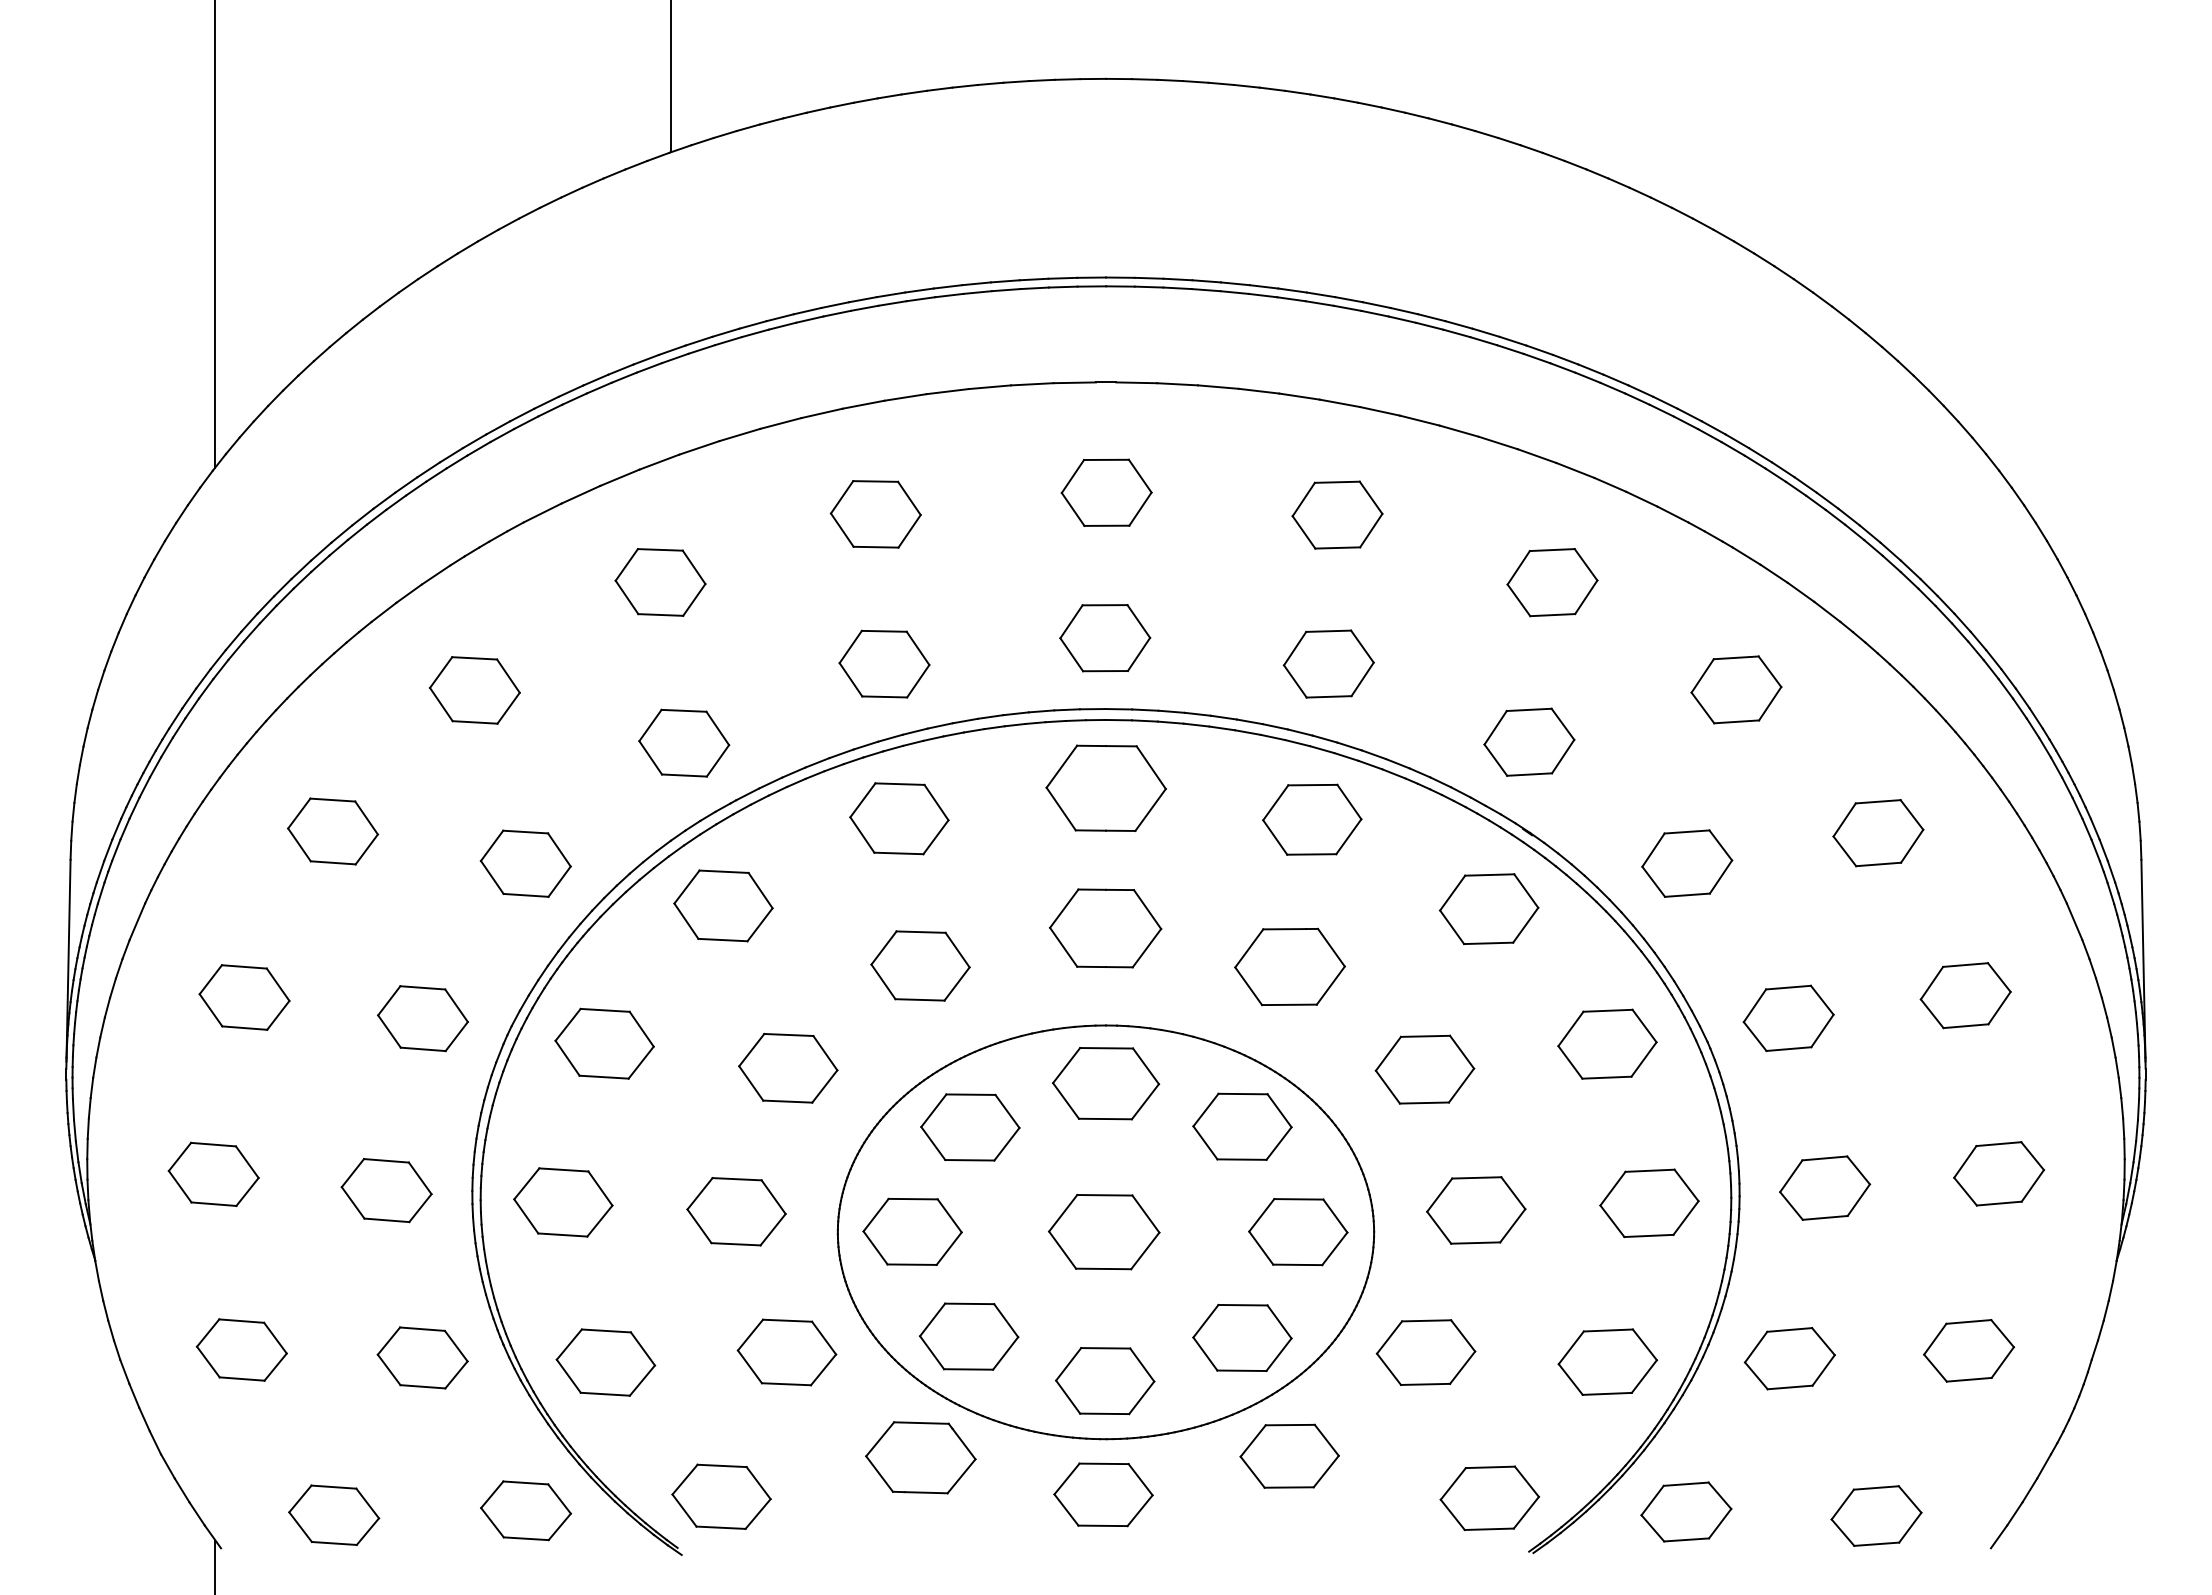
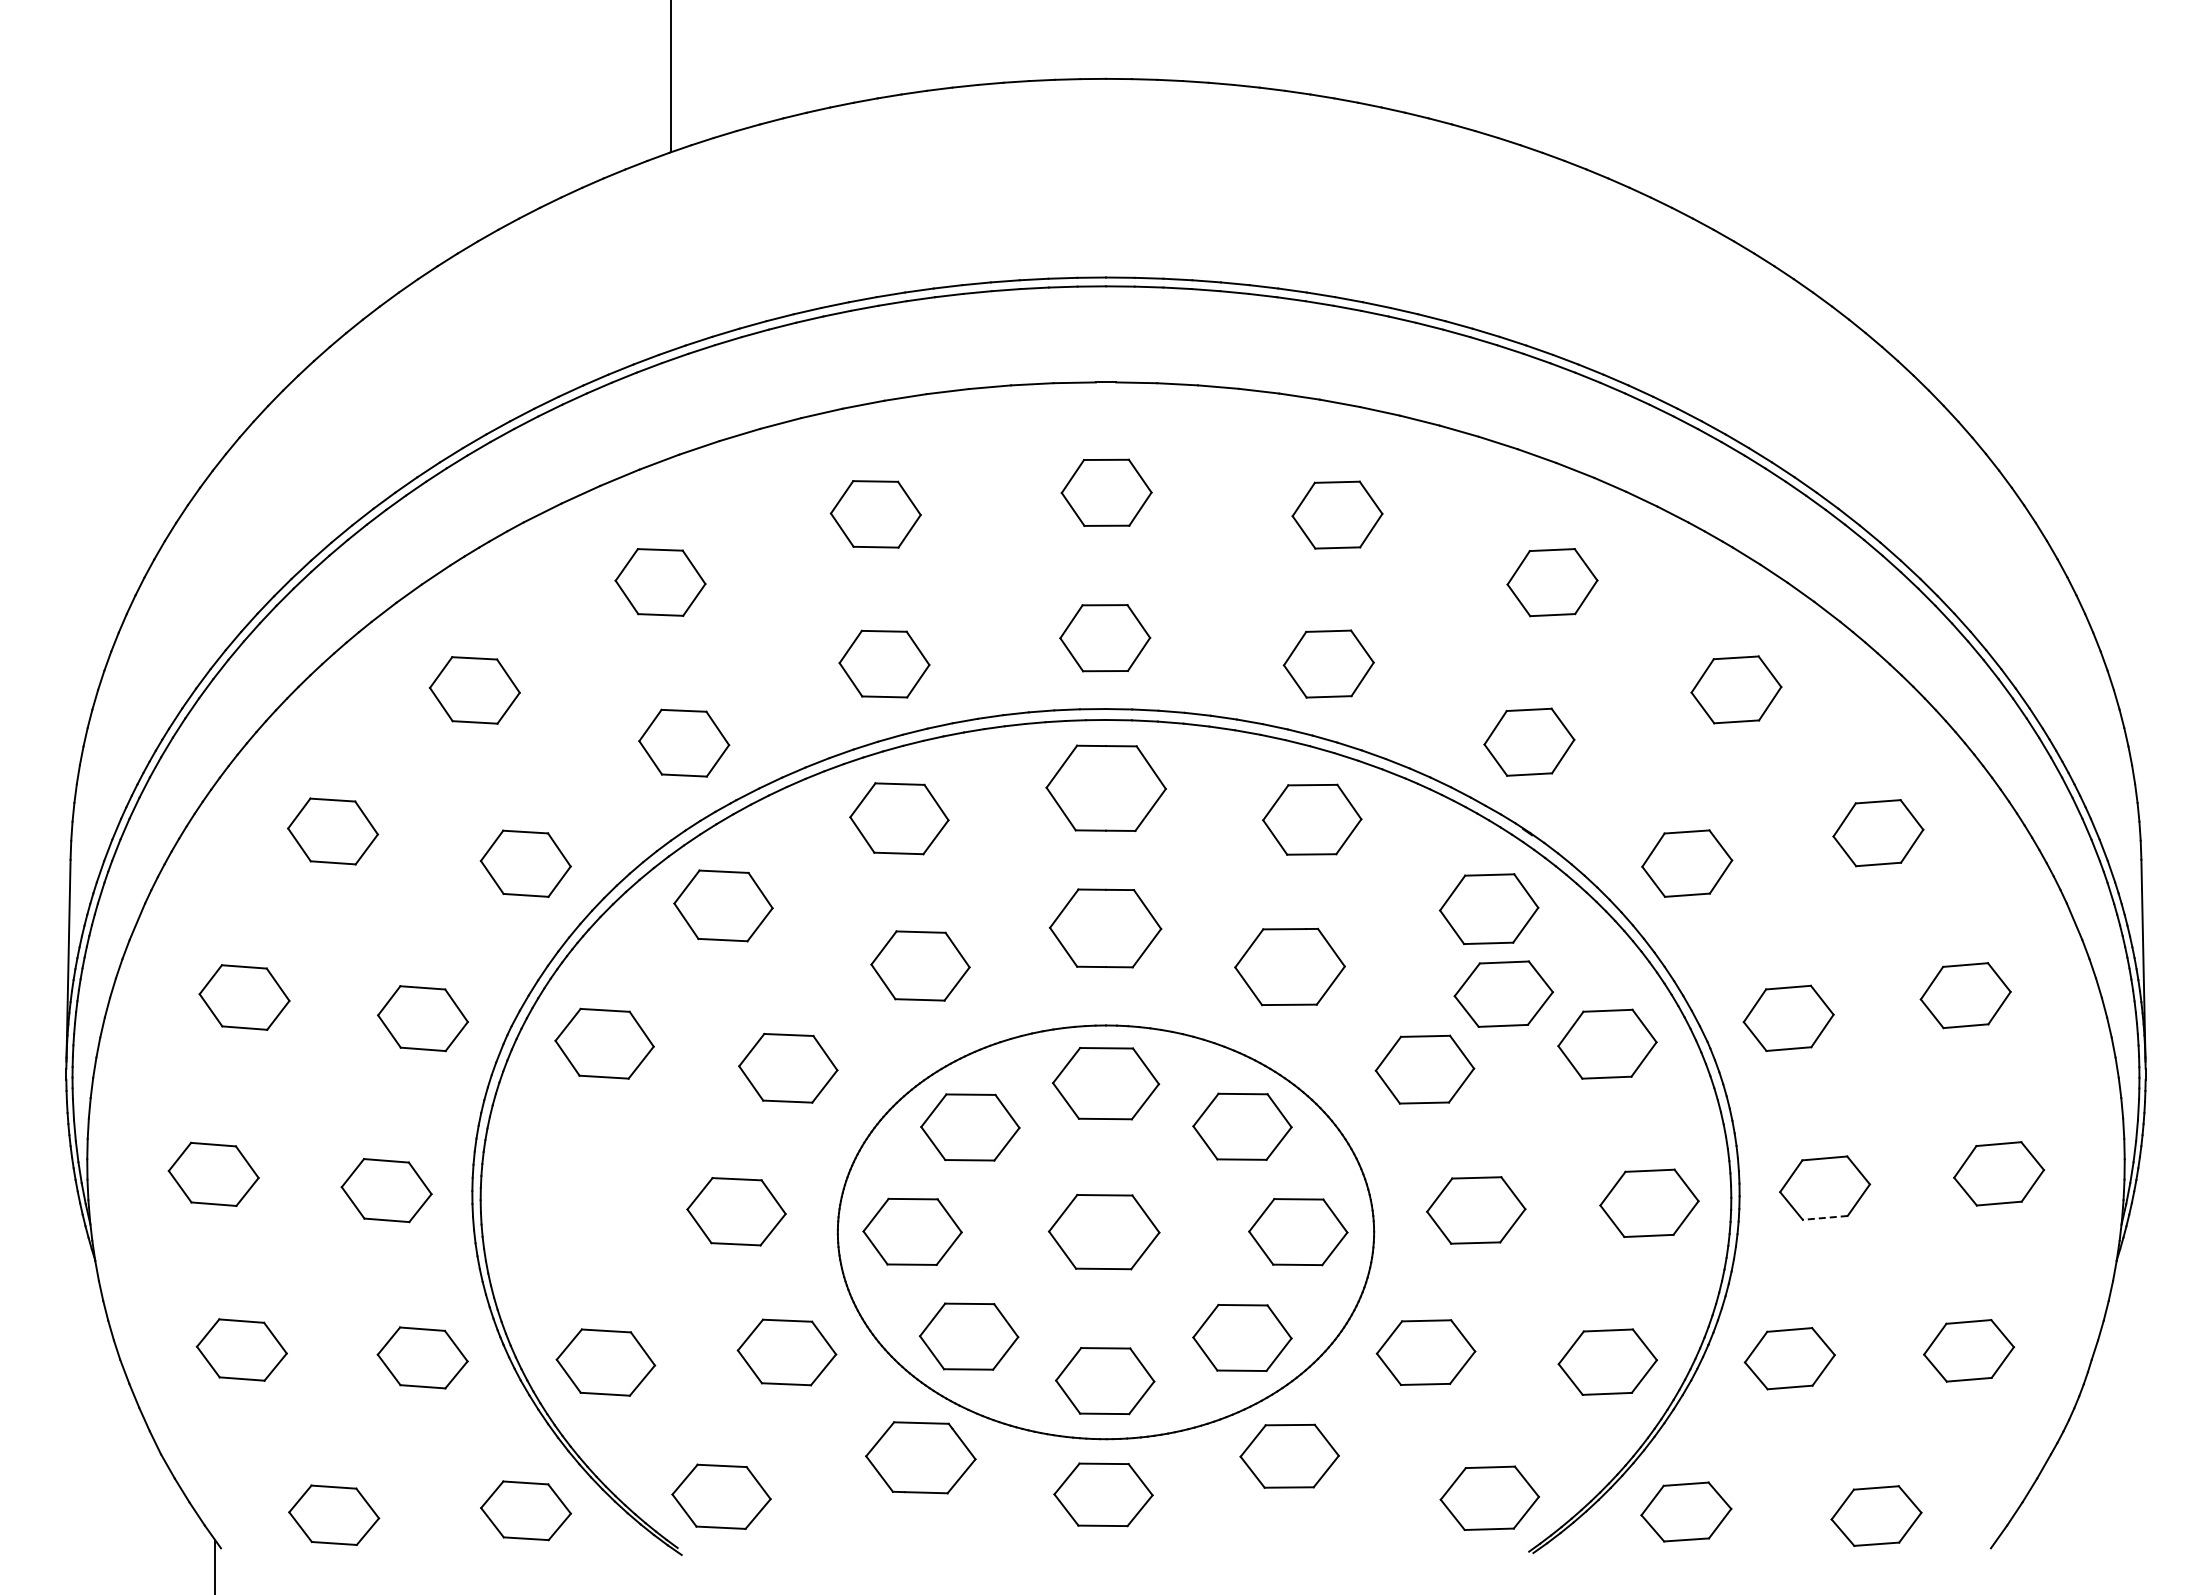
line at (214, 234): present -> none
part at (1503, 993): none -> present
part at (563, 1202): present -> none
line at (1825, 1217): solid -> dashed
